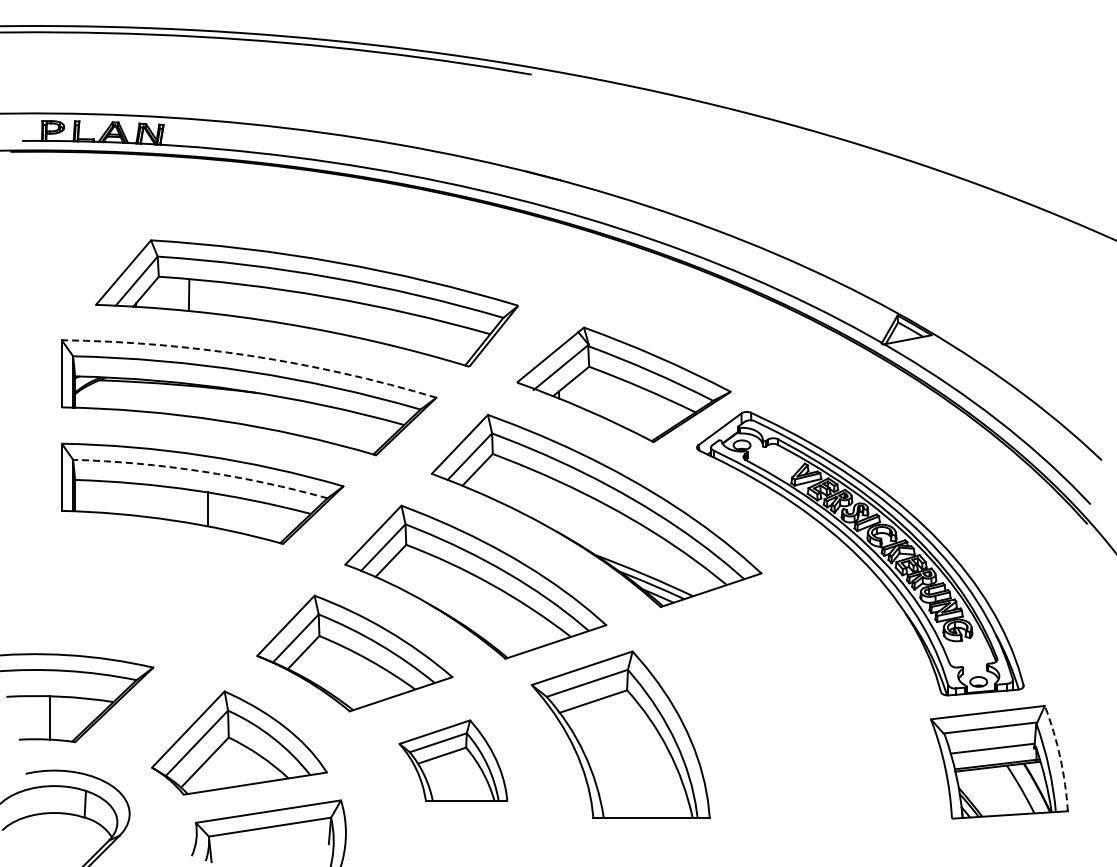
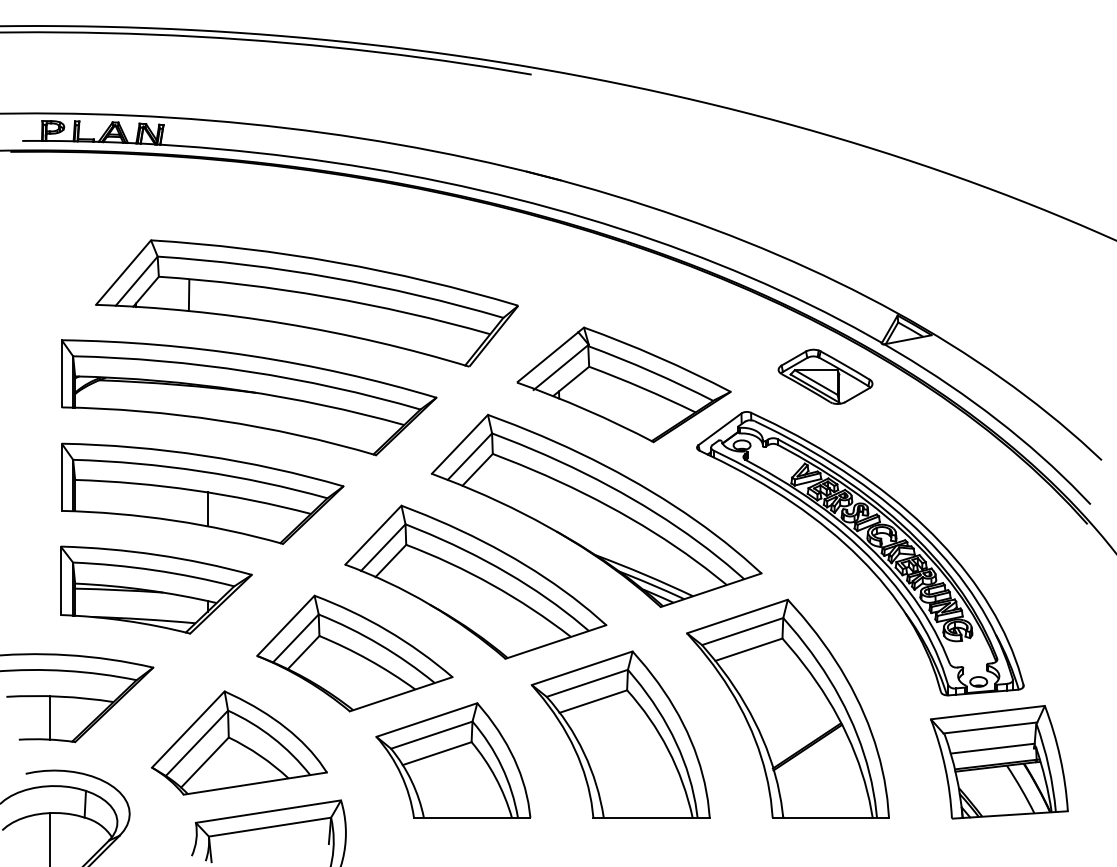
arc at (251, 355): dashed -> solid
part at (825, 376): none -> present
arc at (201, 471): dashed -> solid
part at (156, 589): none -> present
part at (787, 708): none -> present
arc at (1060, 757): dashed -> solid
part at (453, 760) size: 111x83 px -> 157x117 px
line at (50, 838): none -> present
